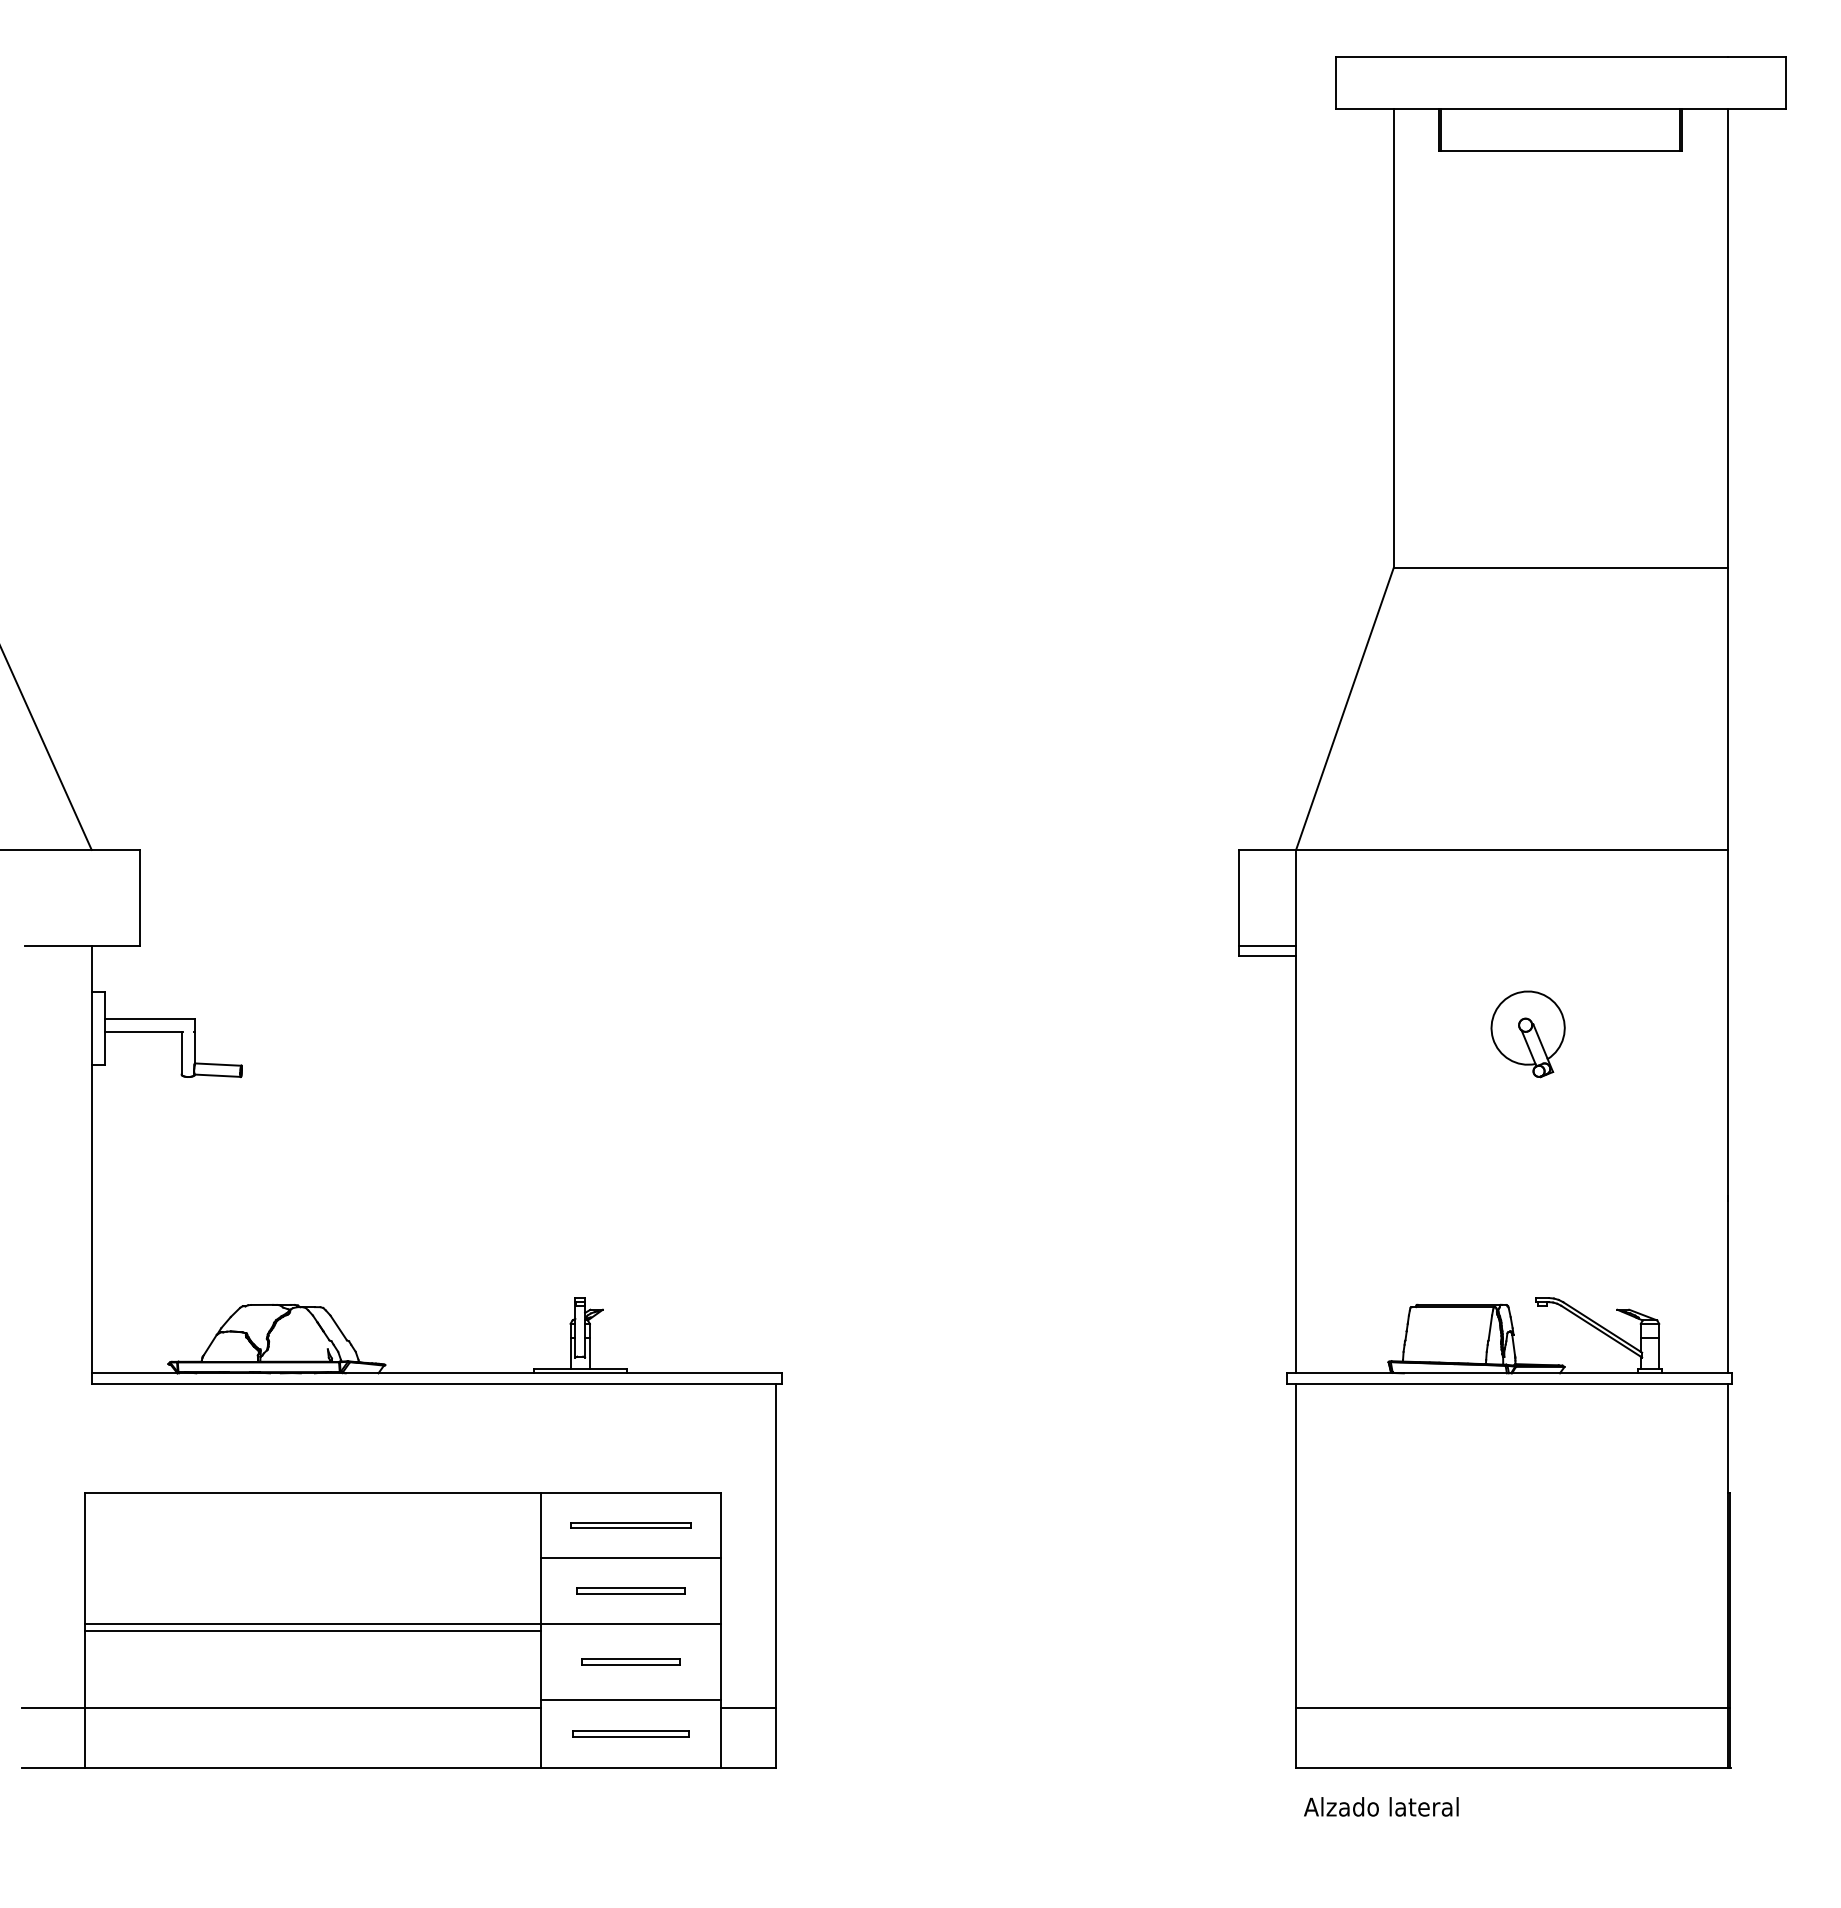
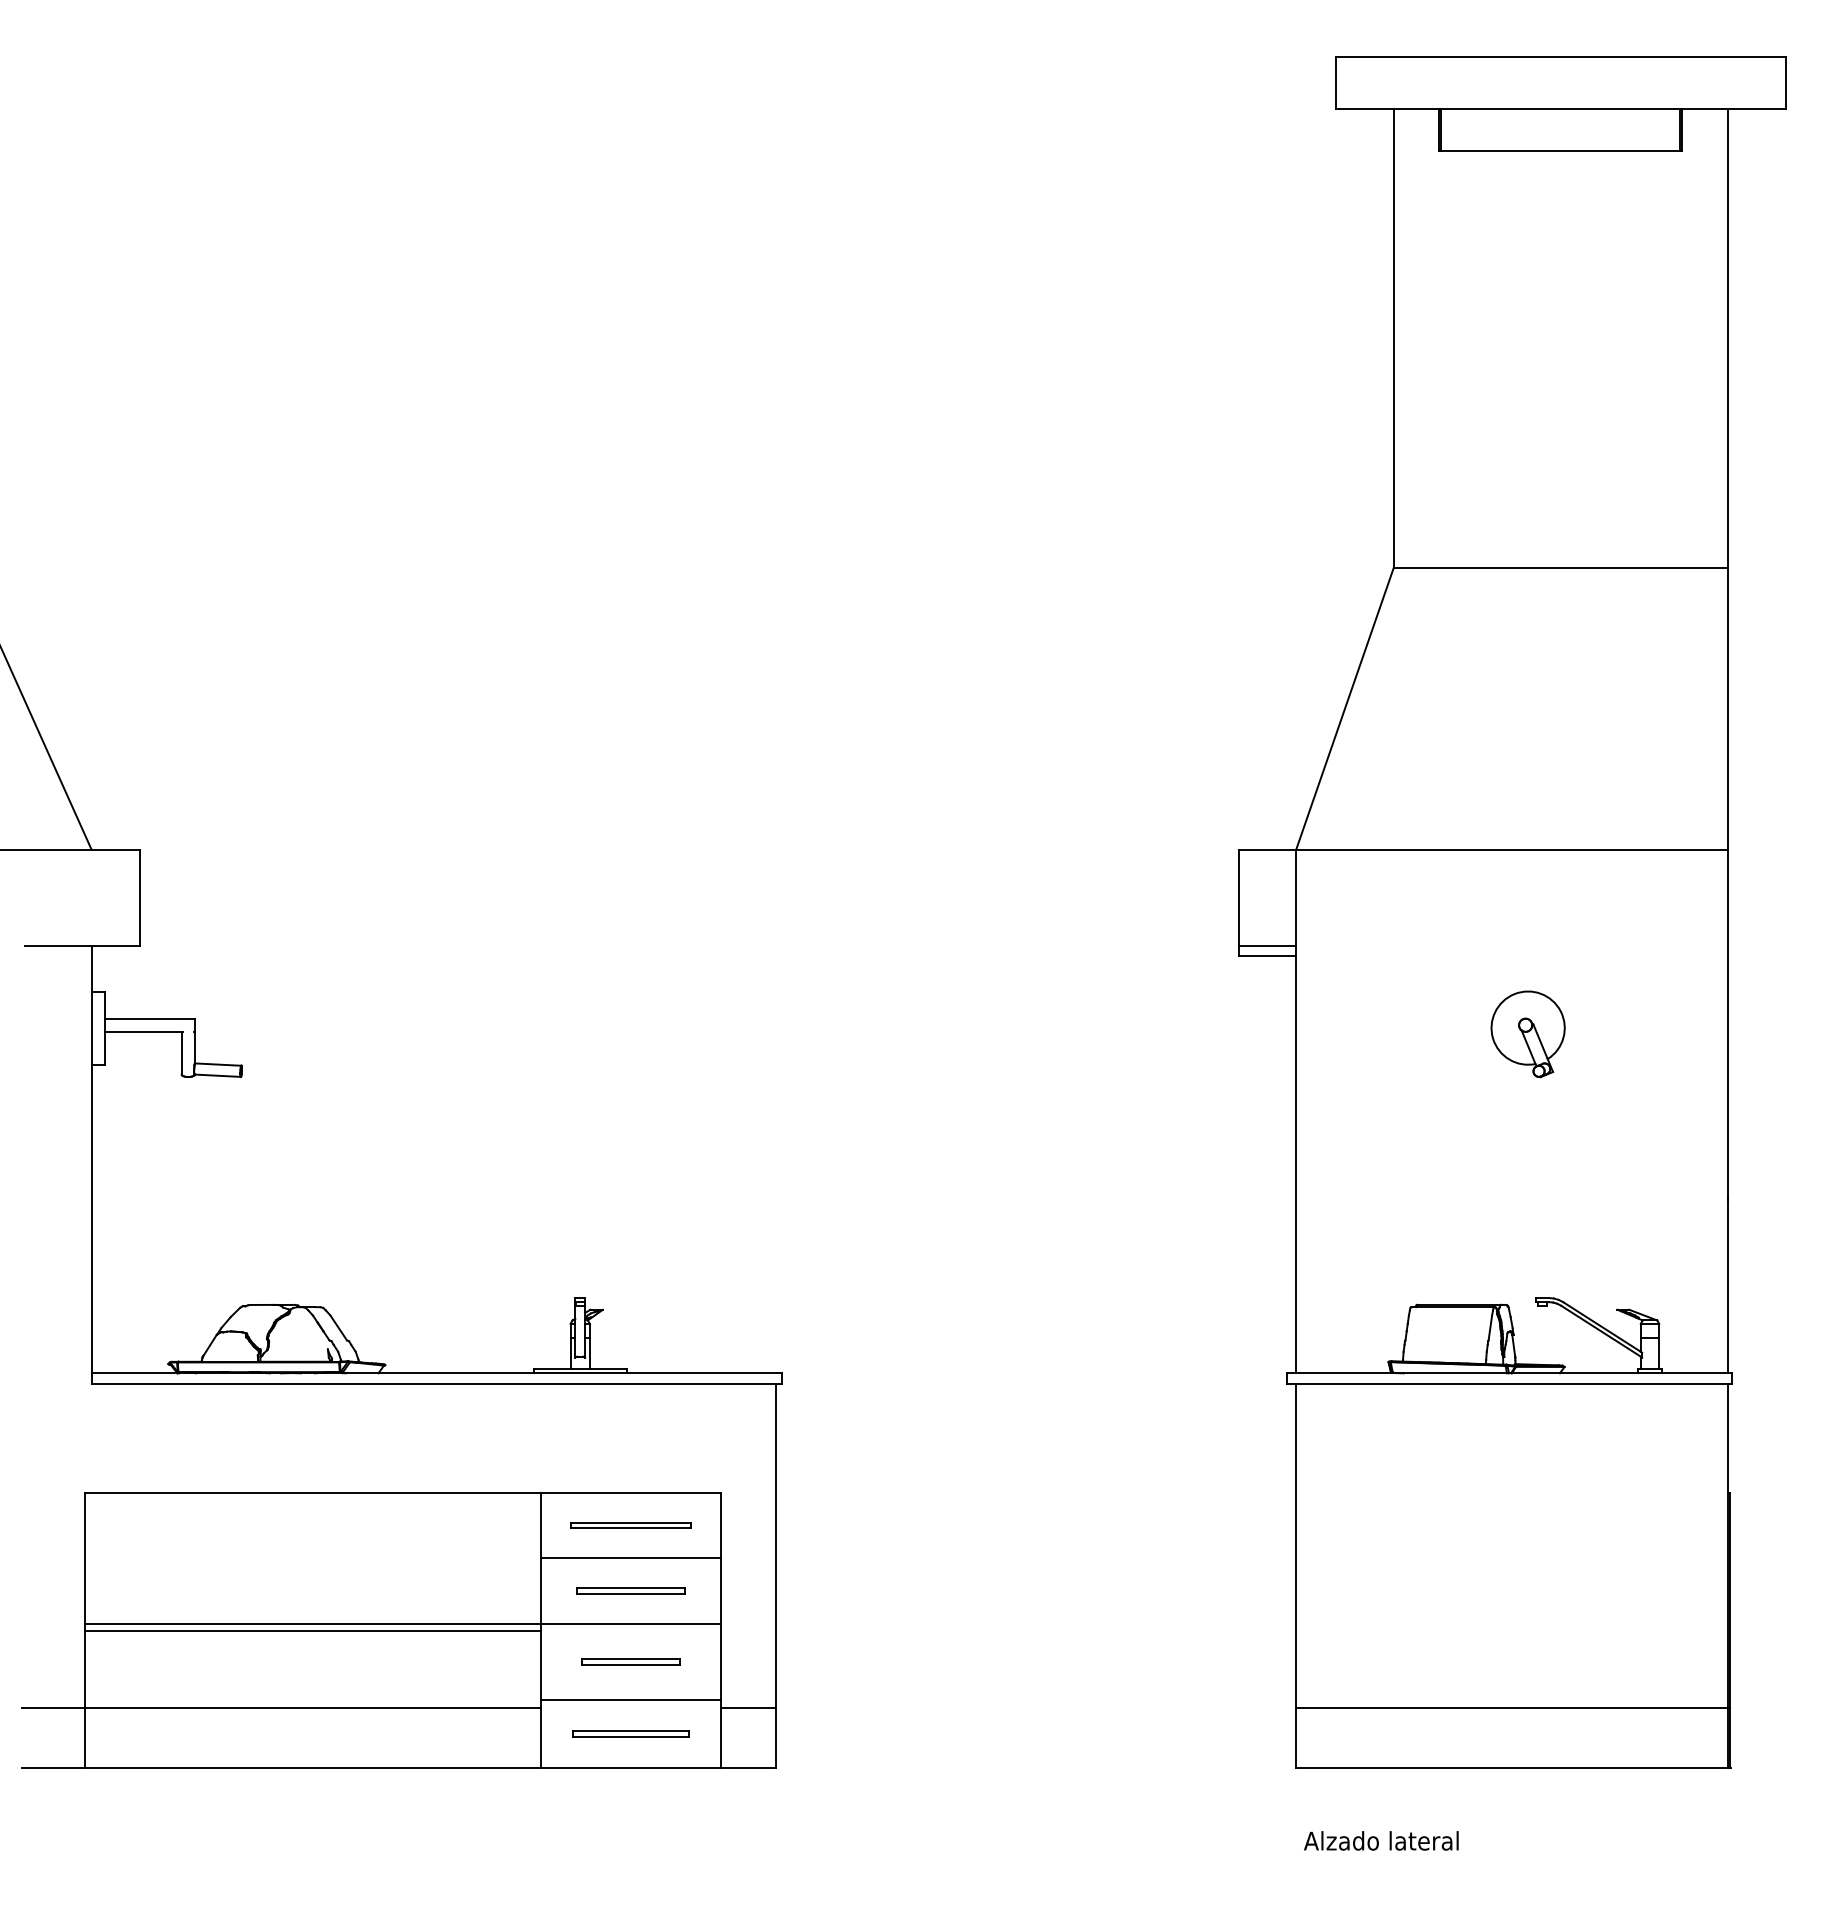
text at (1381, 1806) position: (1381, 1806) -> (1381, 1840)
